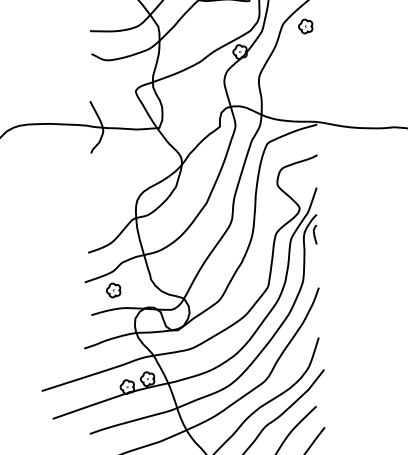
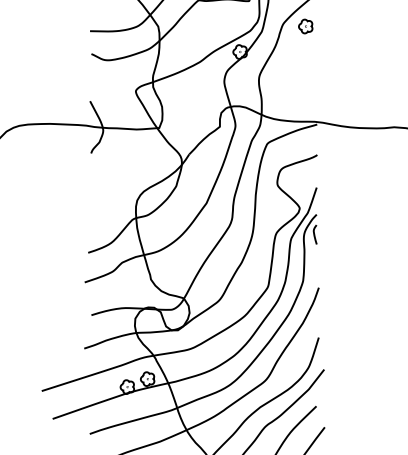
part at (113, 290): present -> none
